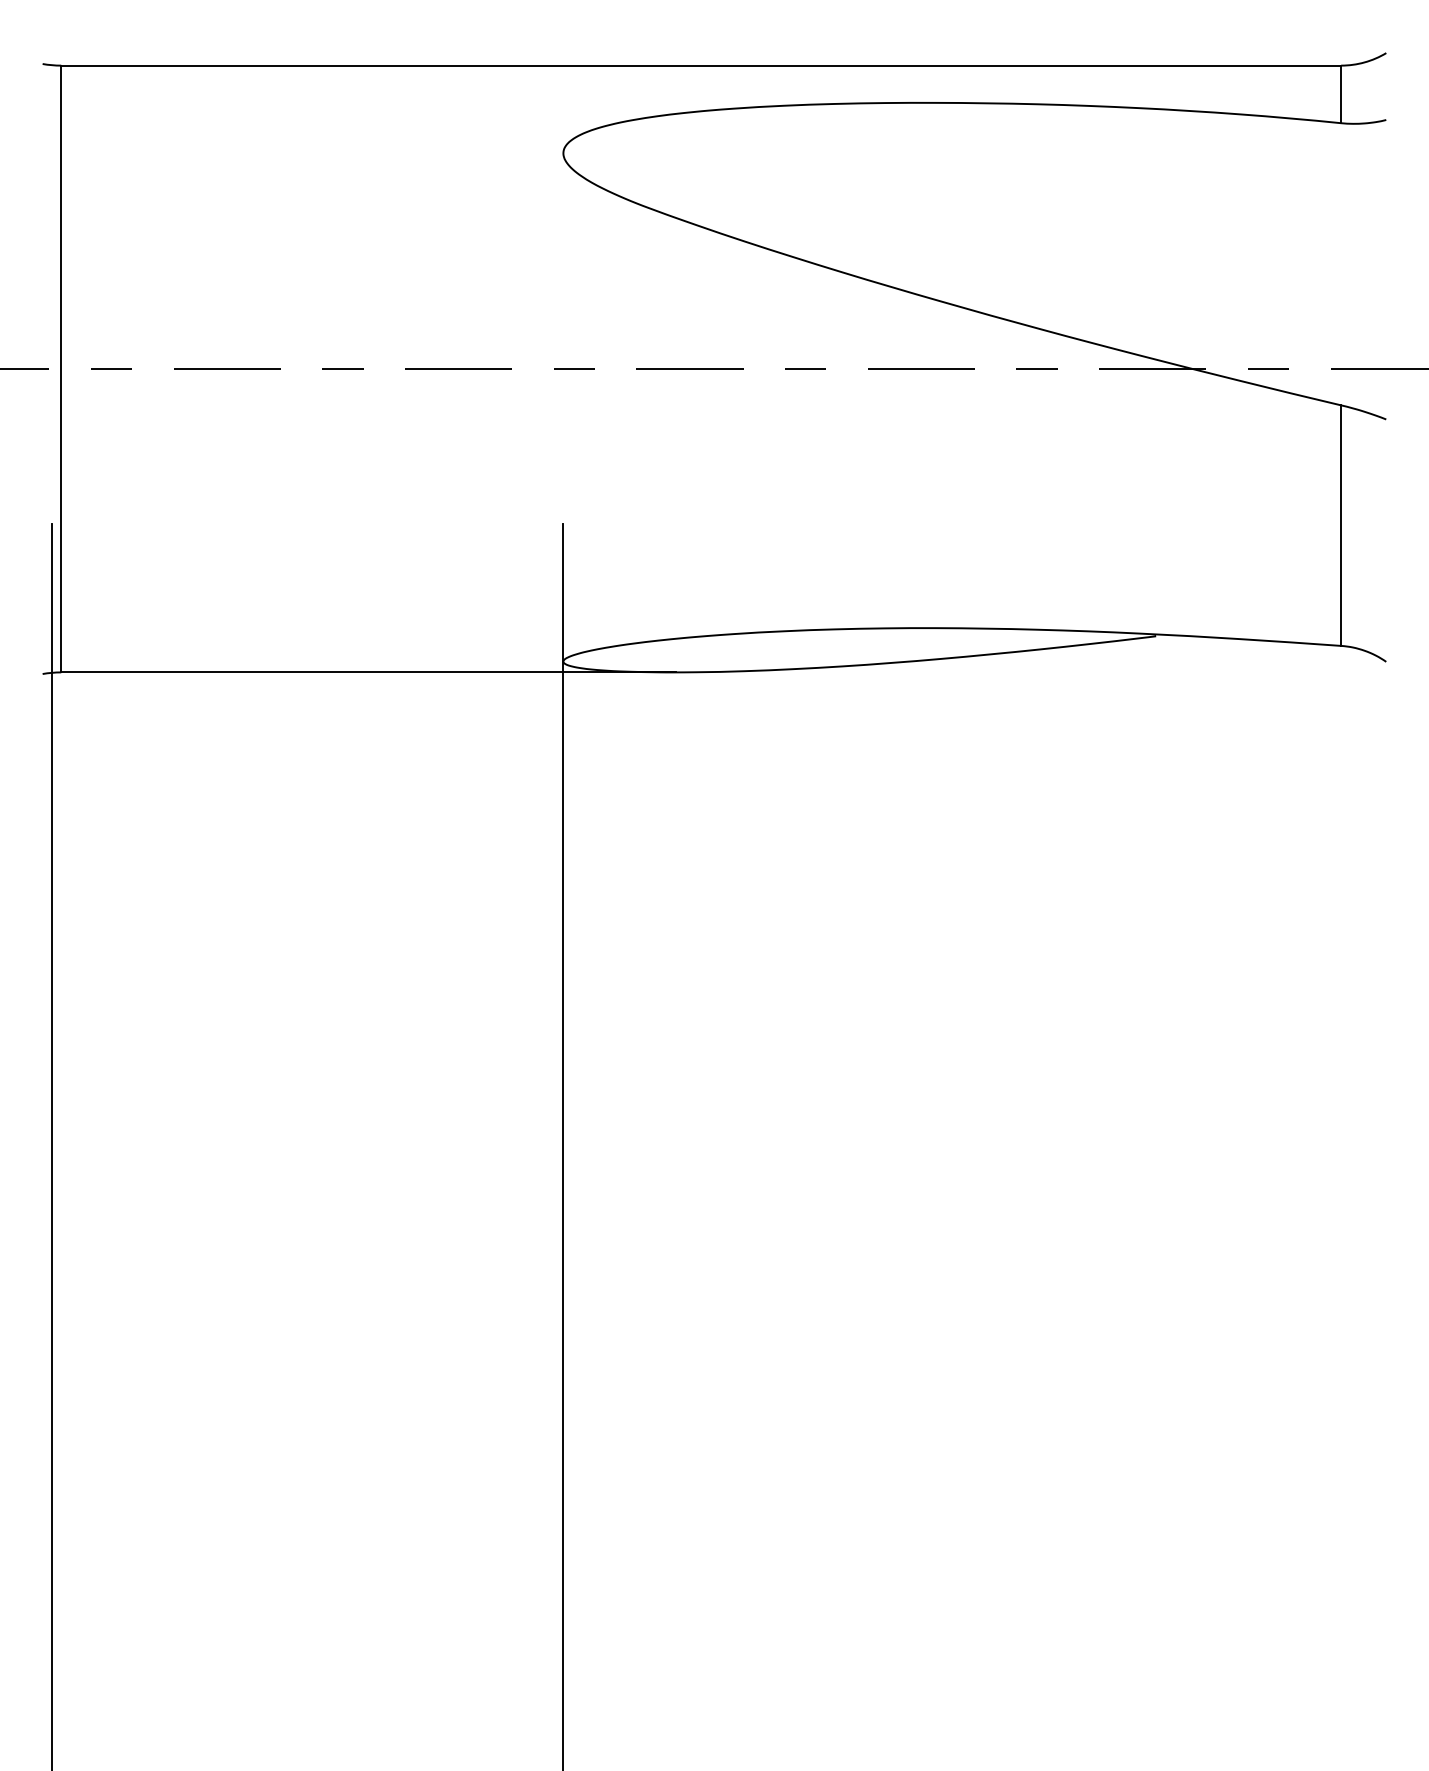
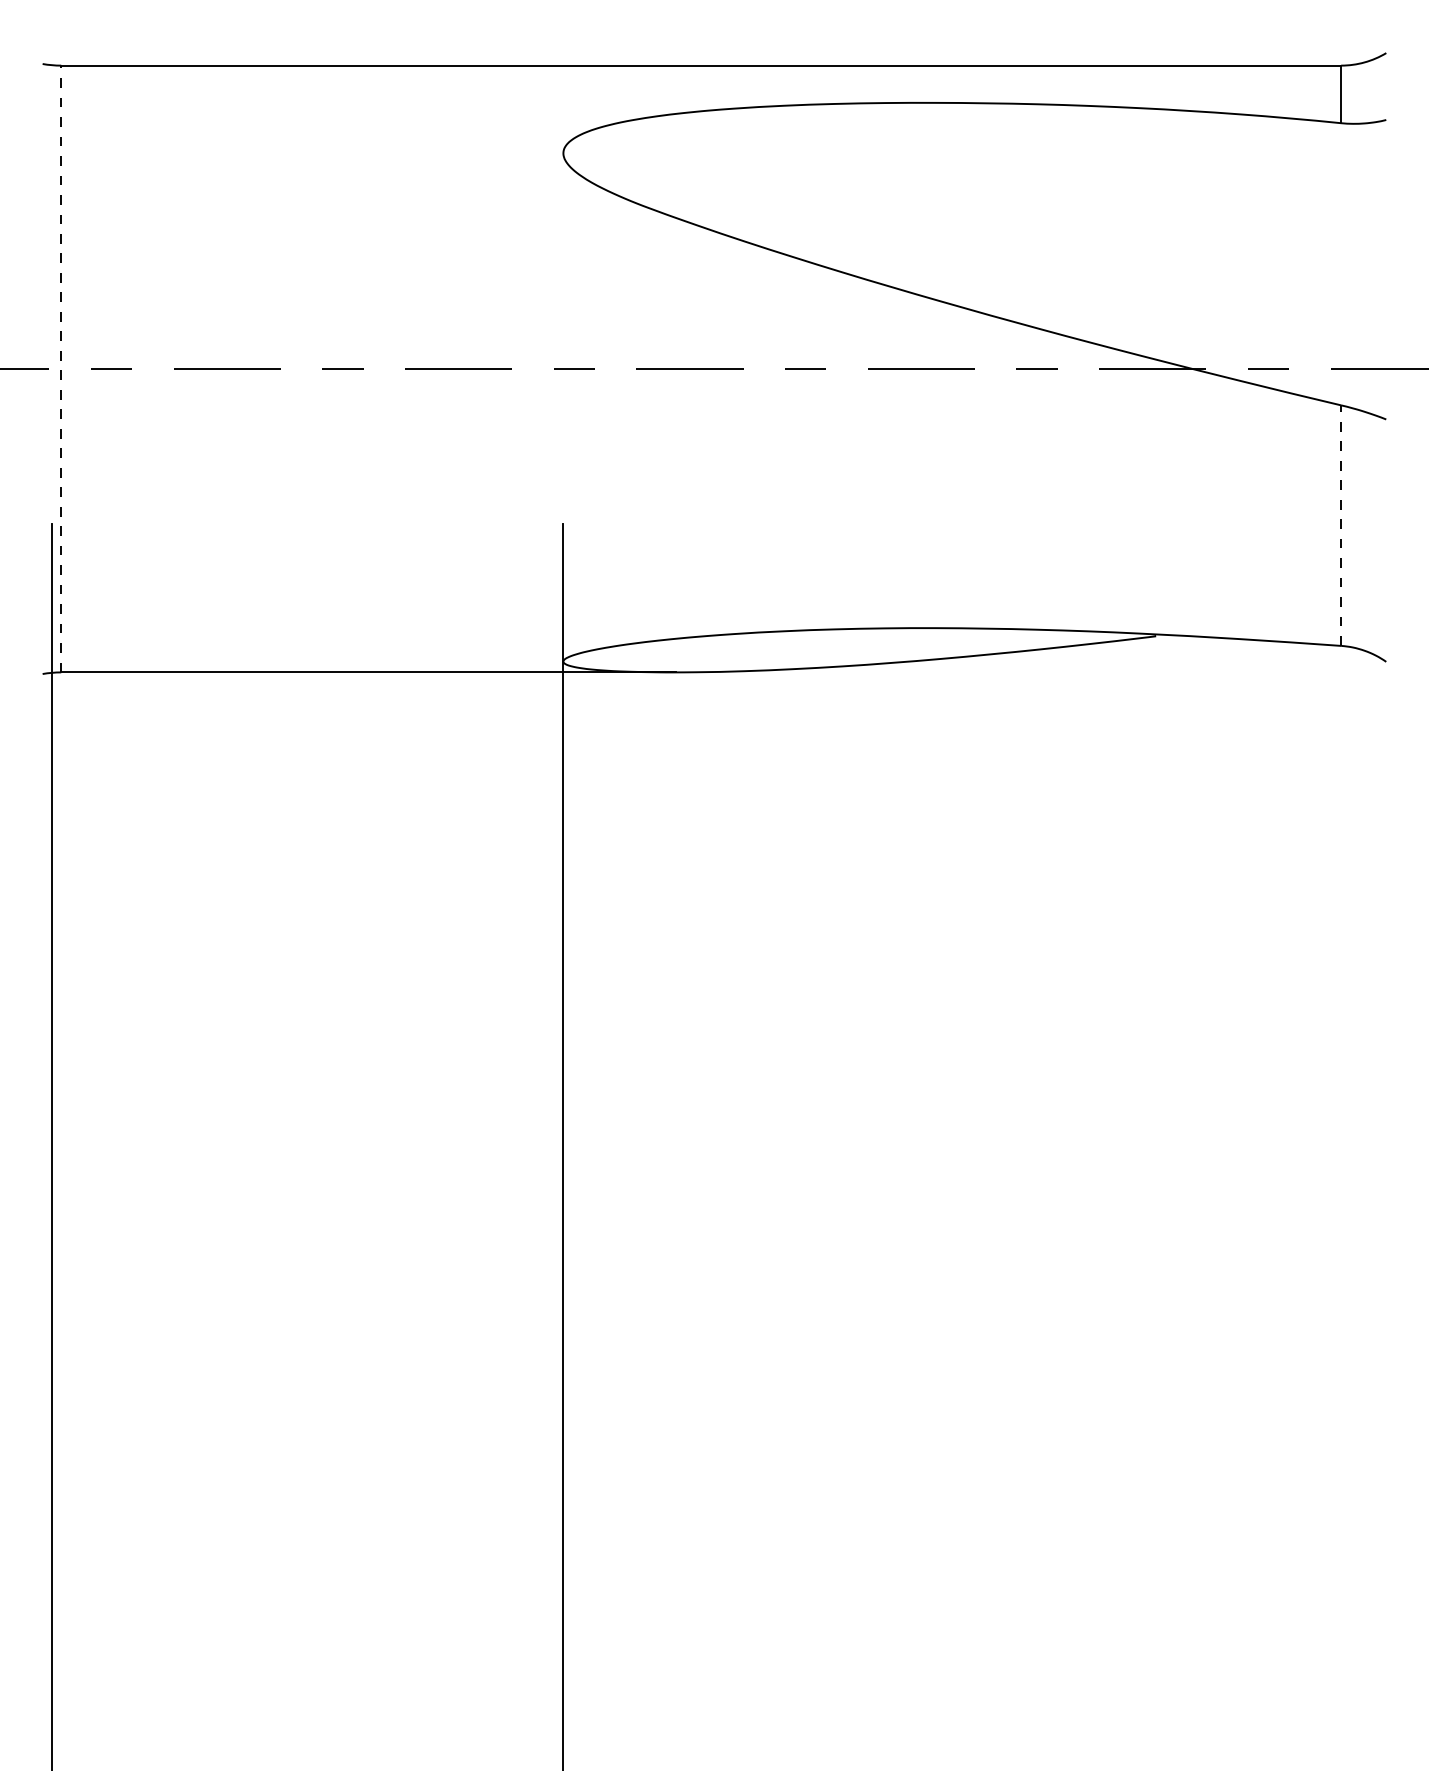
line at (61, 368): solid -> dashed
line at (1341, 525): solid -> dashed
